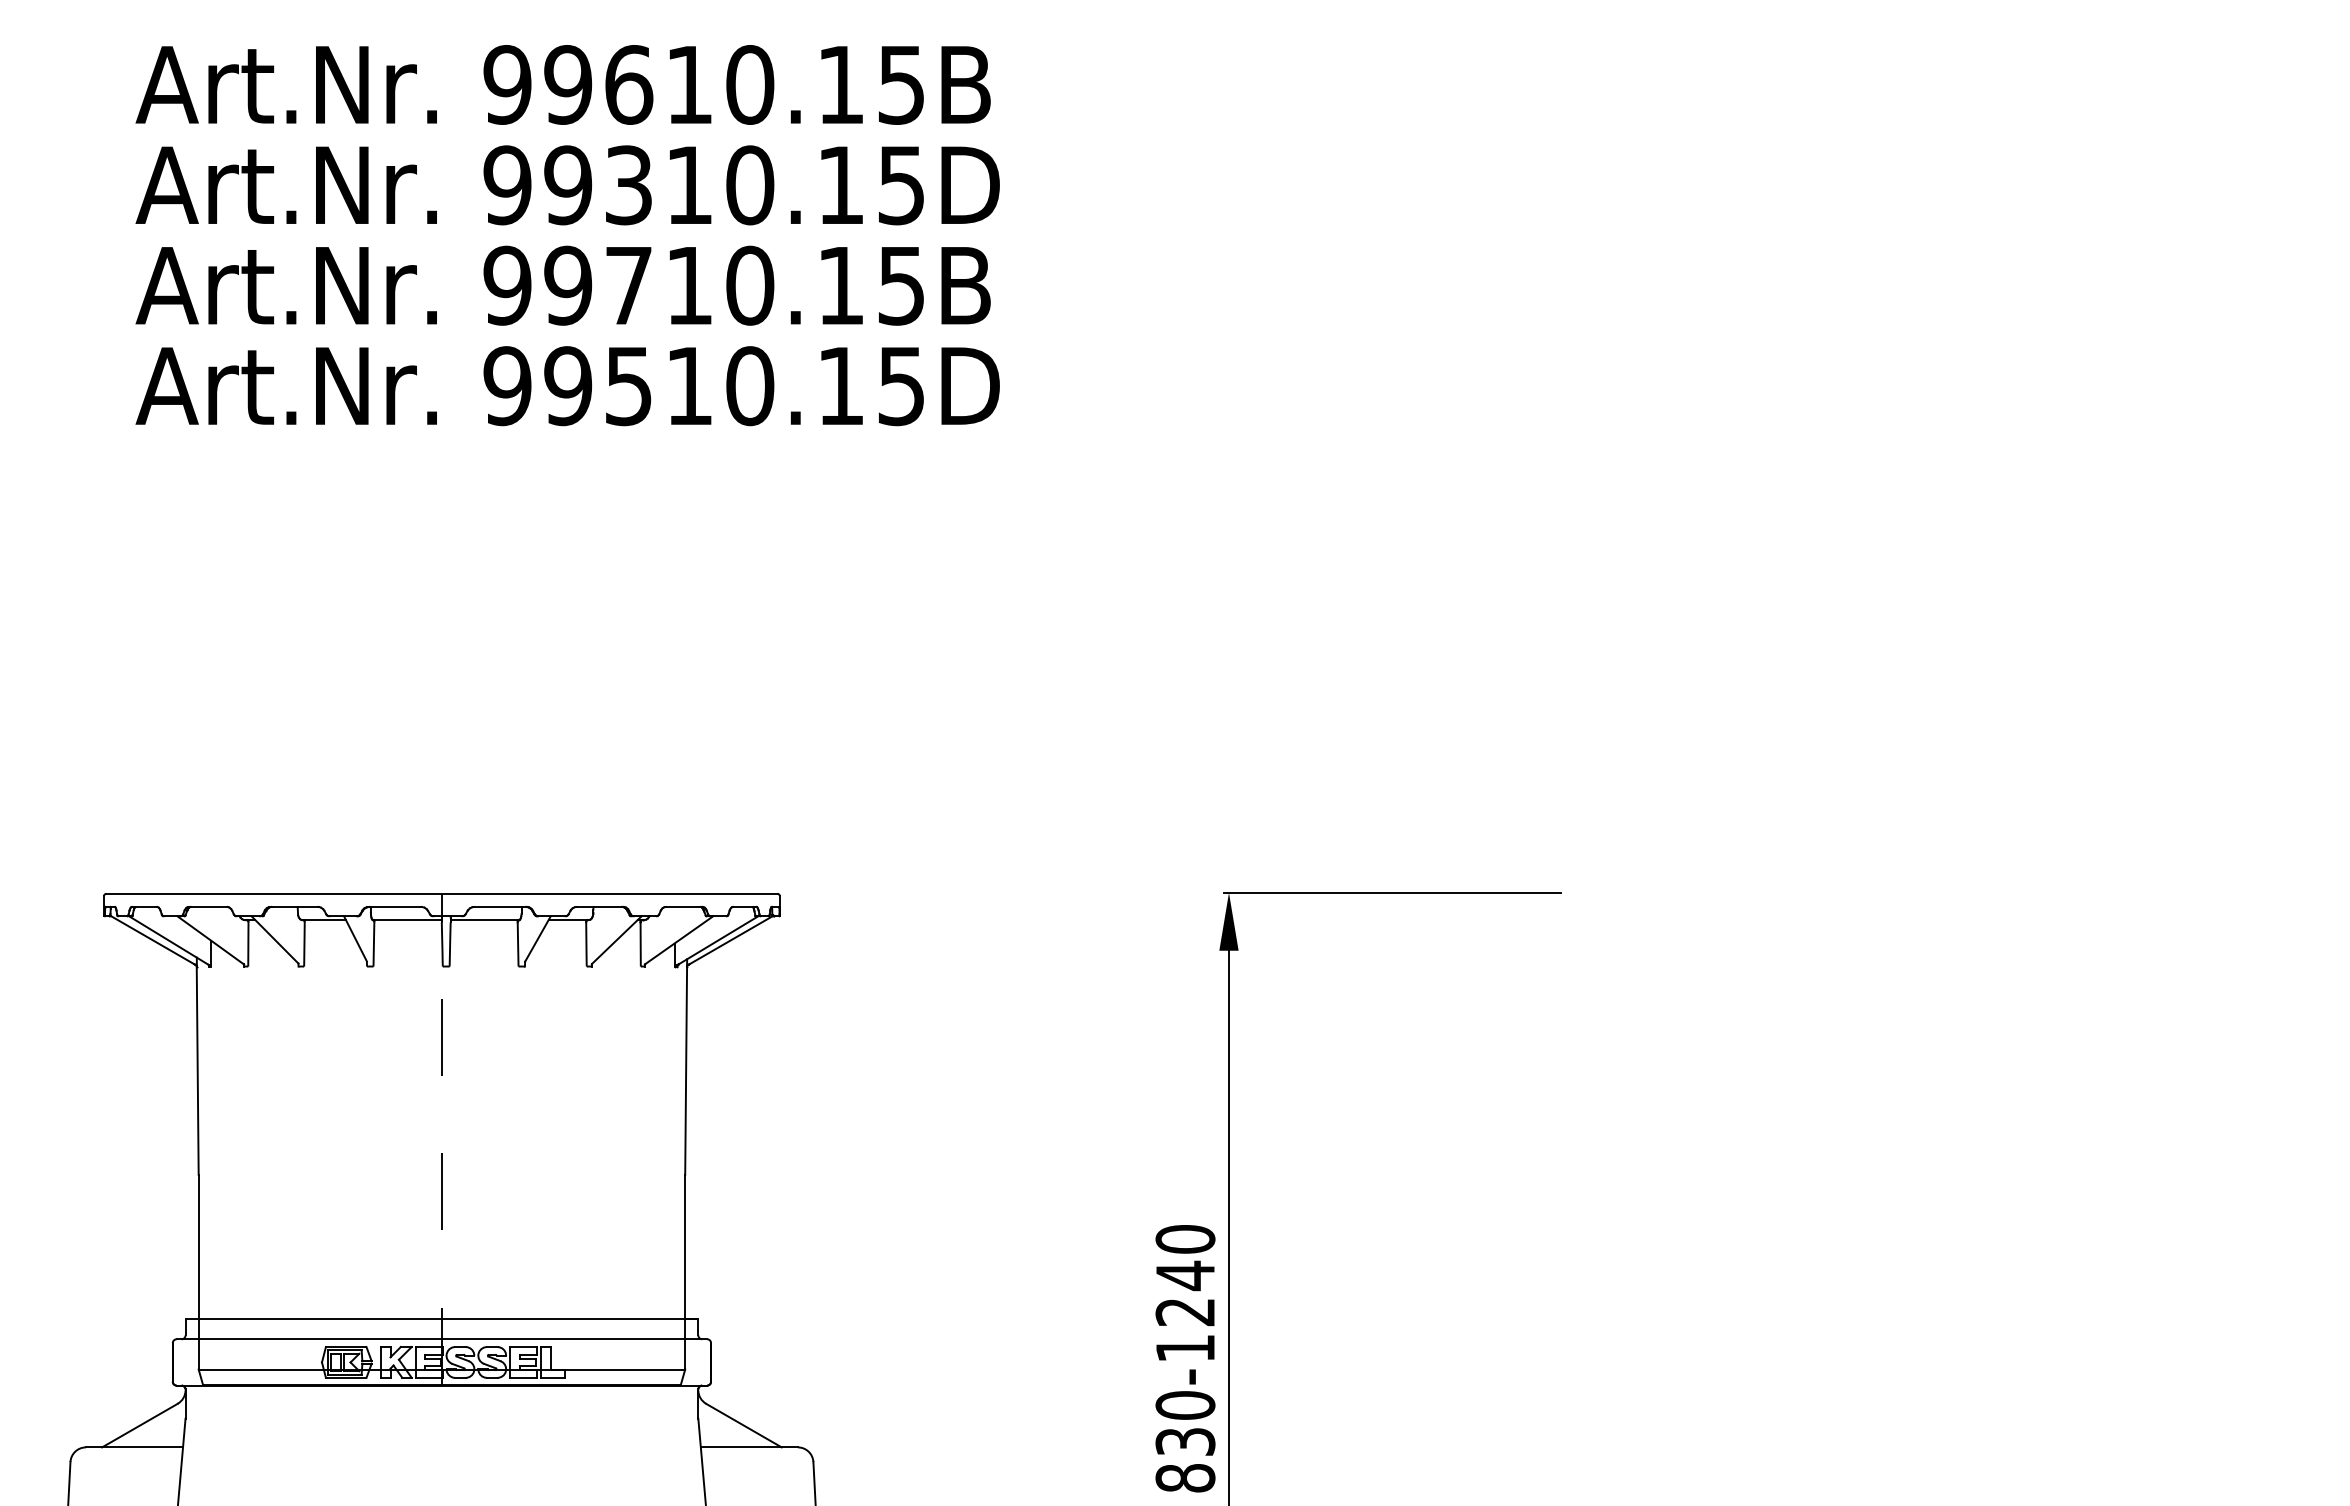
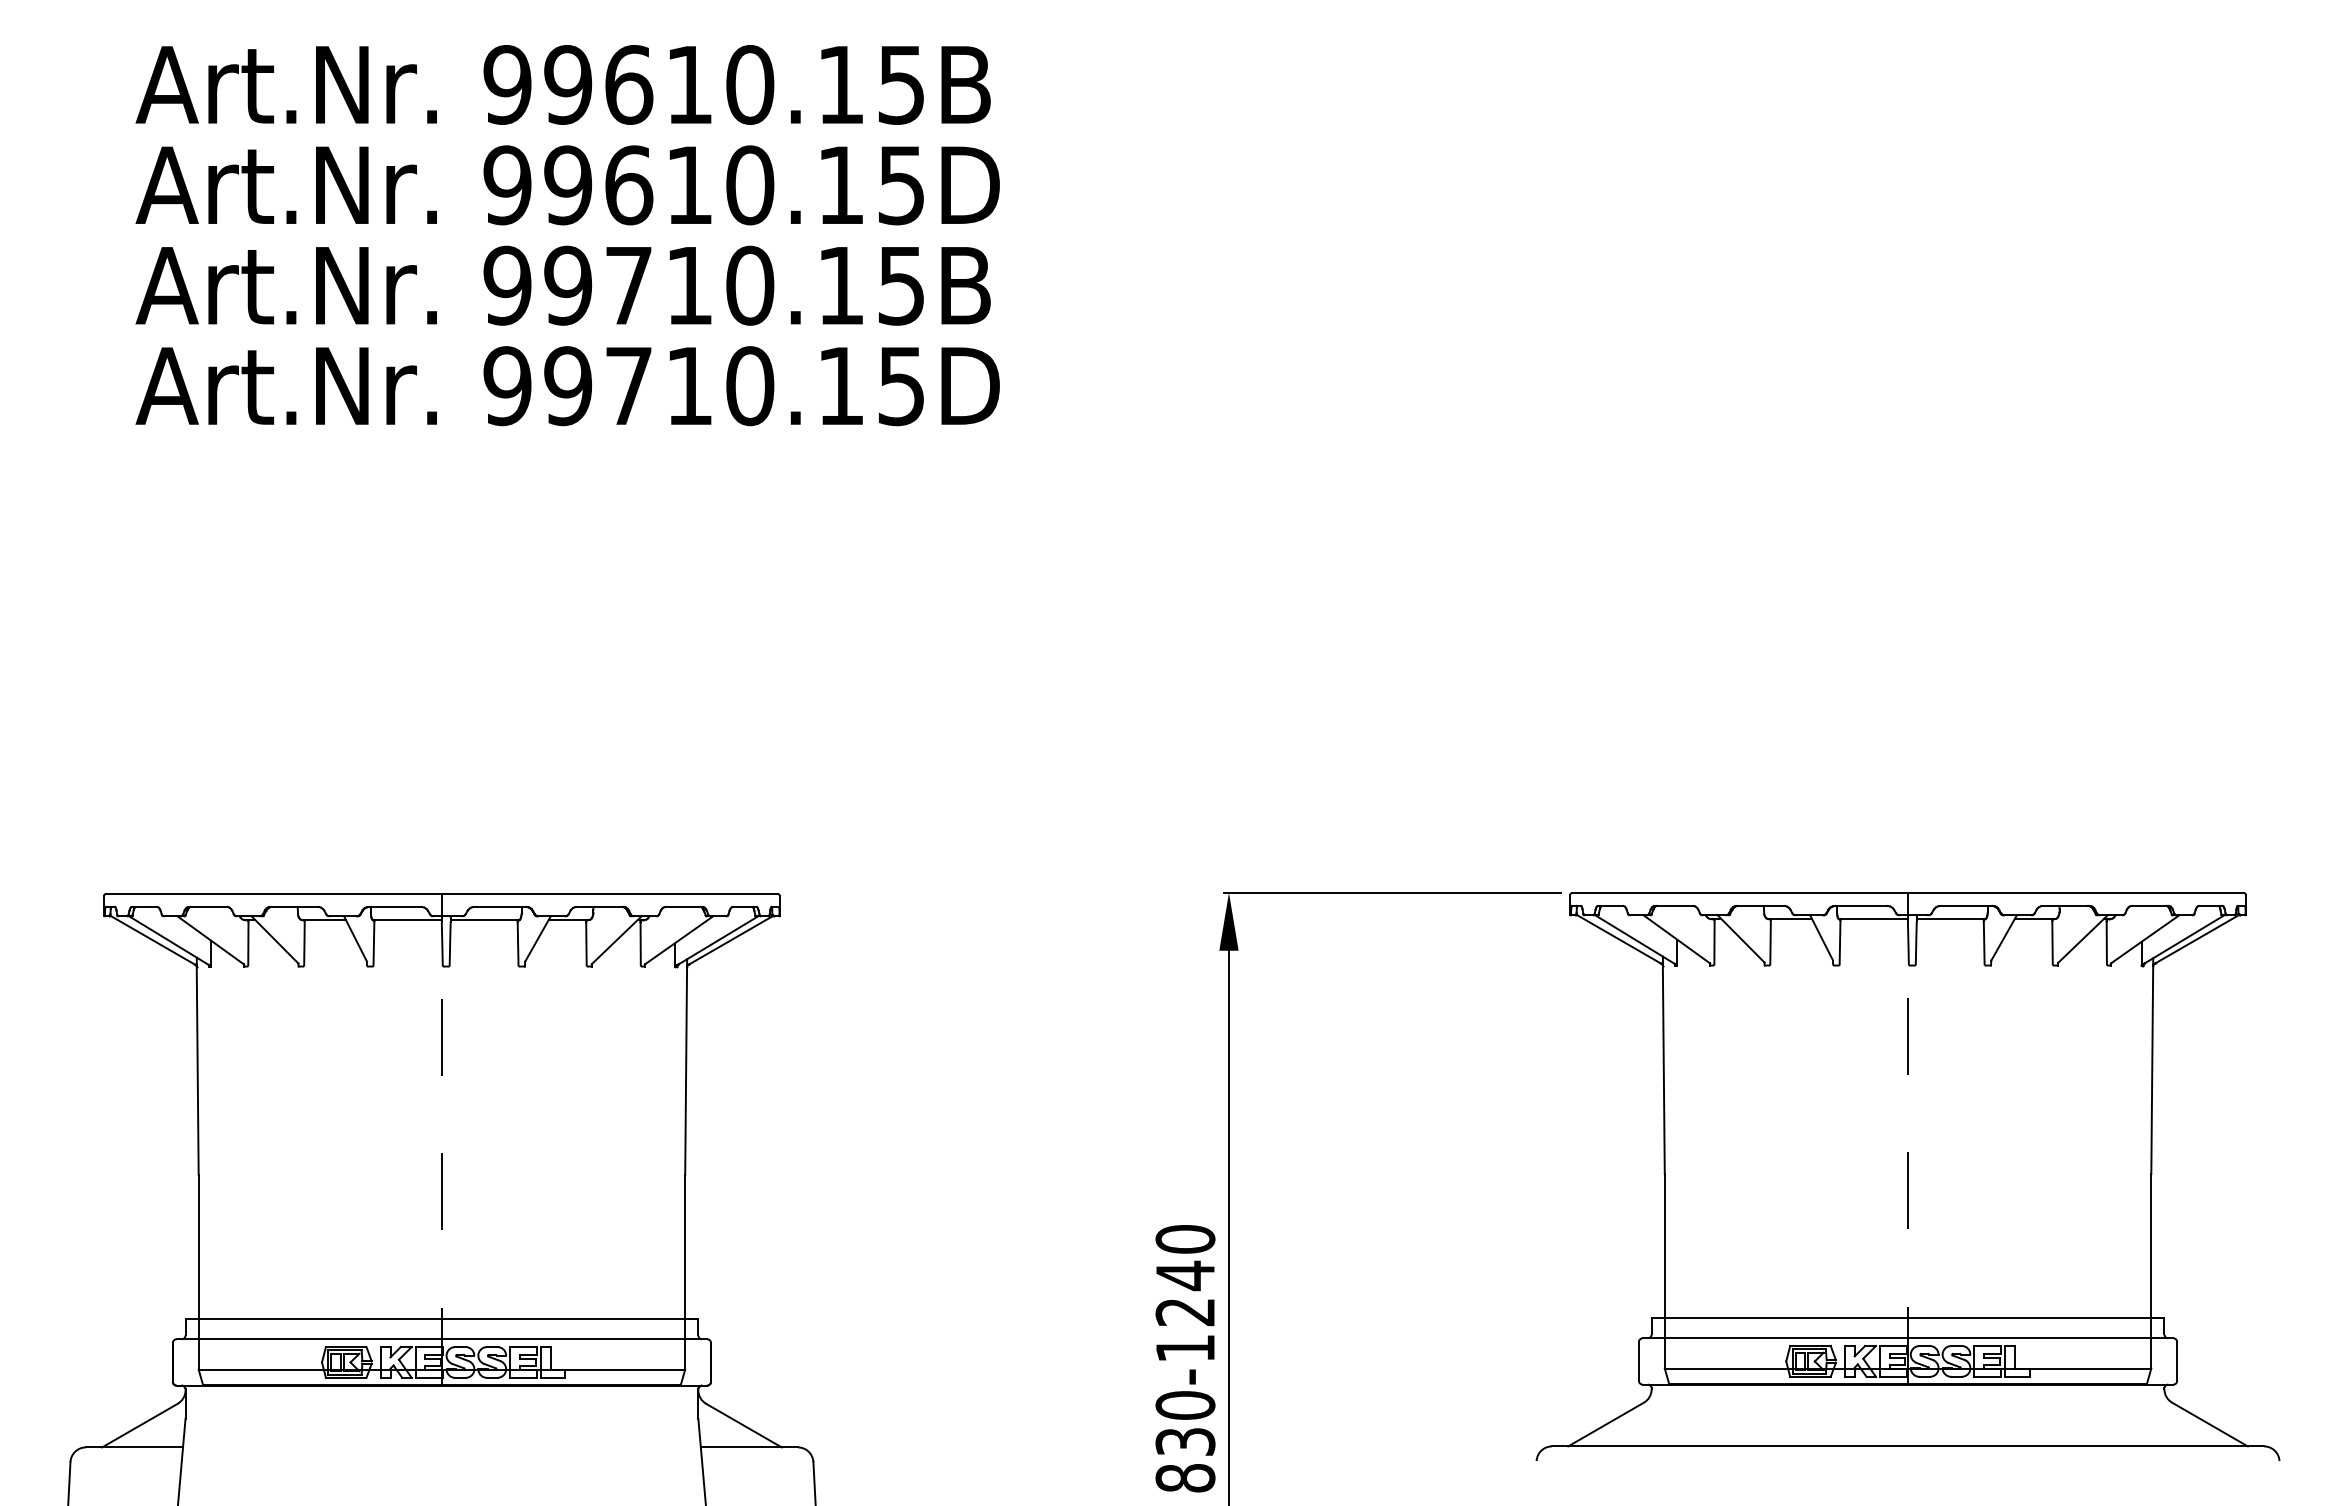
text at (629, 185): 99310.15D -> 99610.15D
text at (628, 386): 99510.15D -> 99710.15D
part at (1907, 1176): none -> present
